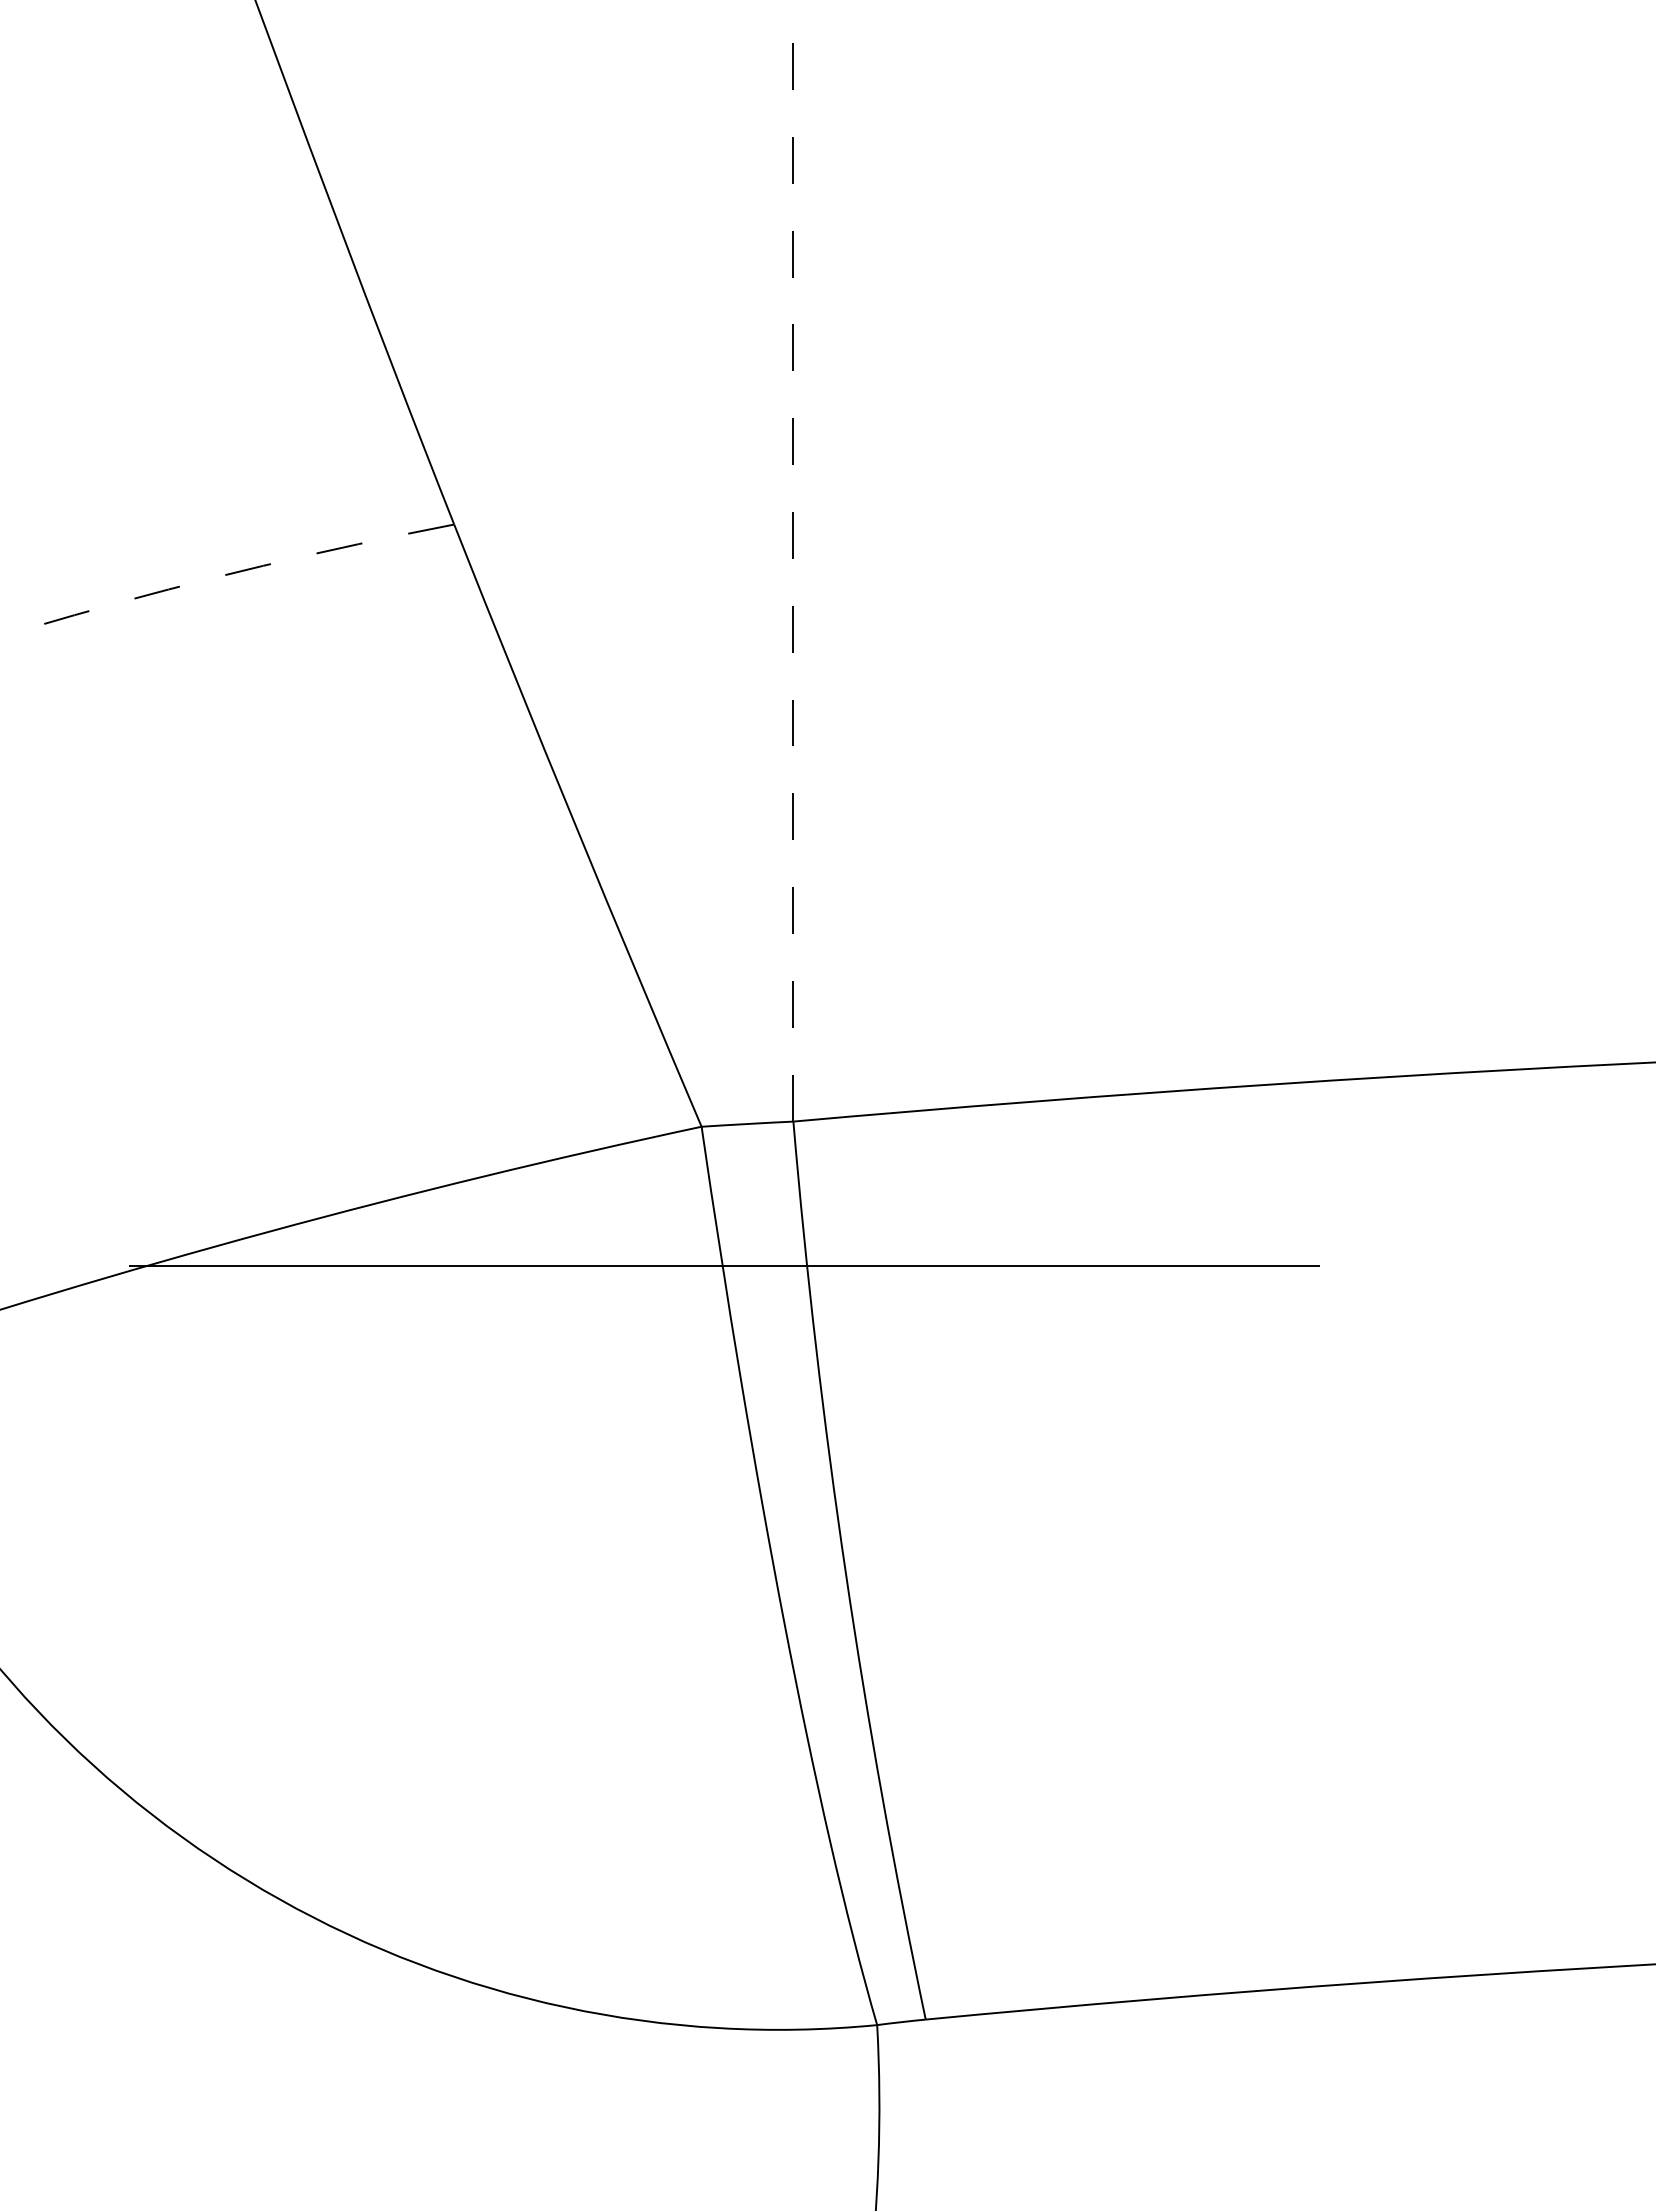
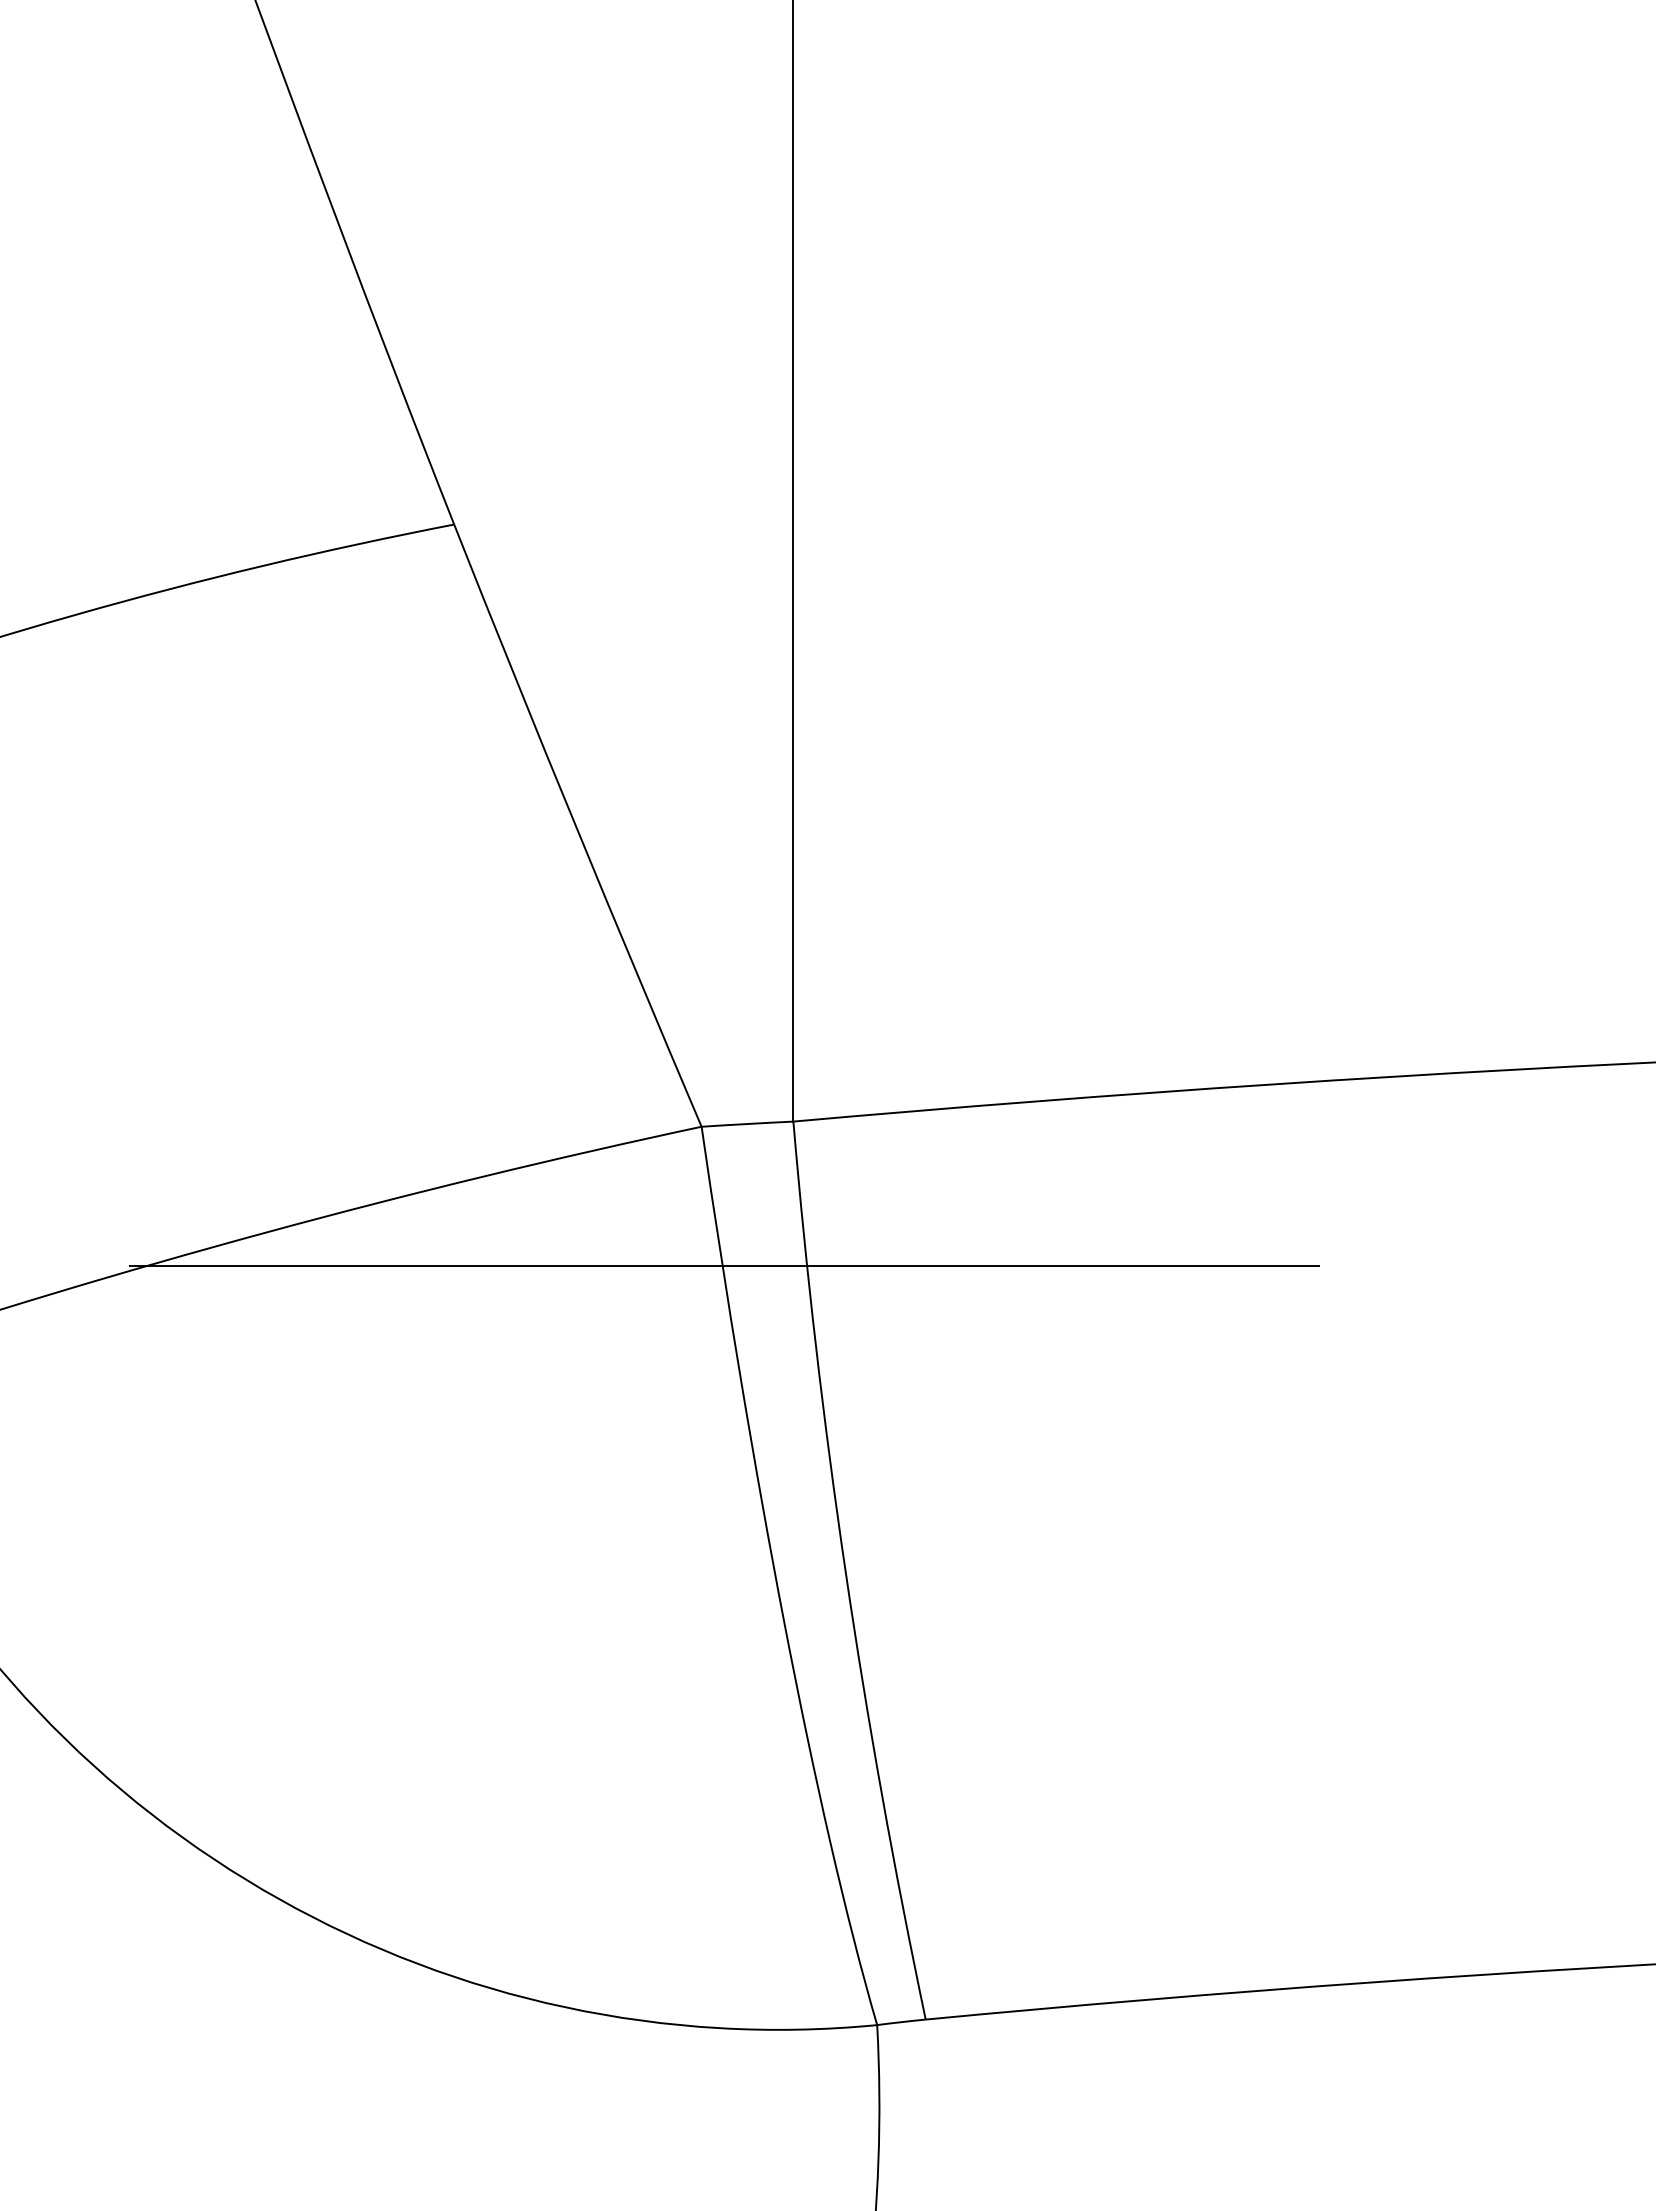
line at (793, 561): dashed -> solid
arc at (225, 575): dashed -> solid
